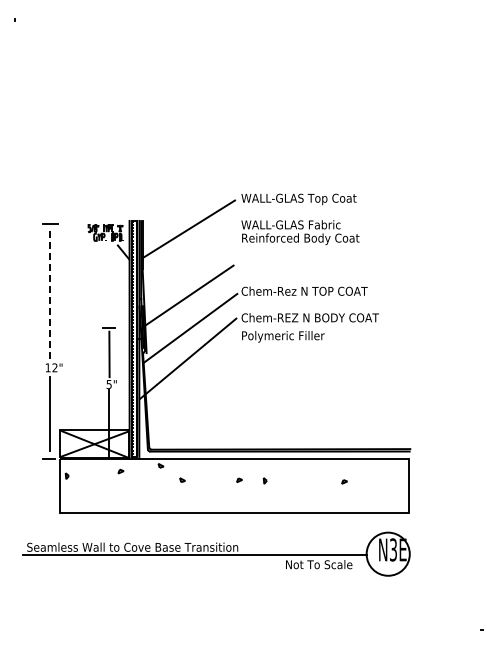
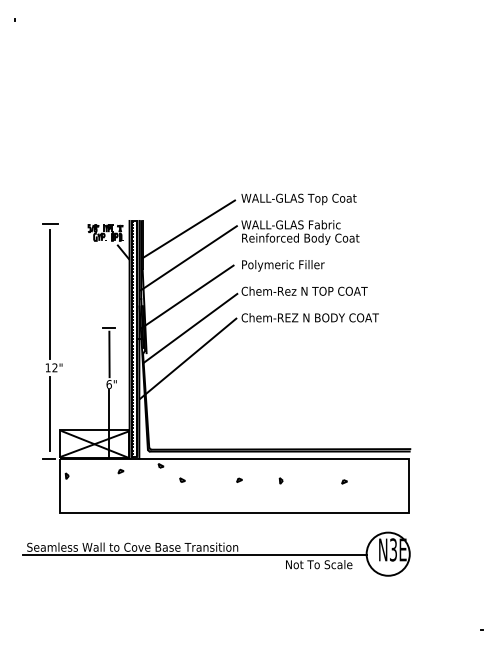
line at (188, 258): none -> present
line at (49, 294): dashed -> solid
text at (283, 336) position: (283, 336) -> (283, 265)
text at (108, 384): 5" -> 6"
part at (264, 480) position: (264, 480) -> (280, 480)
